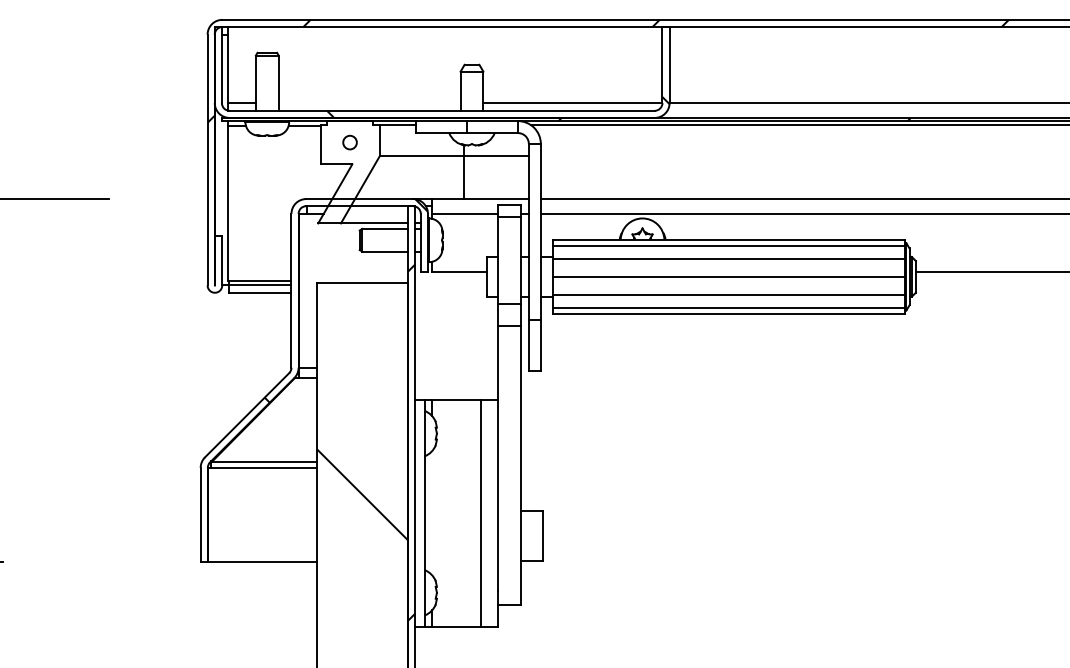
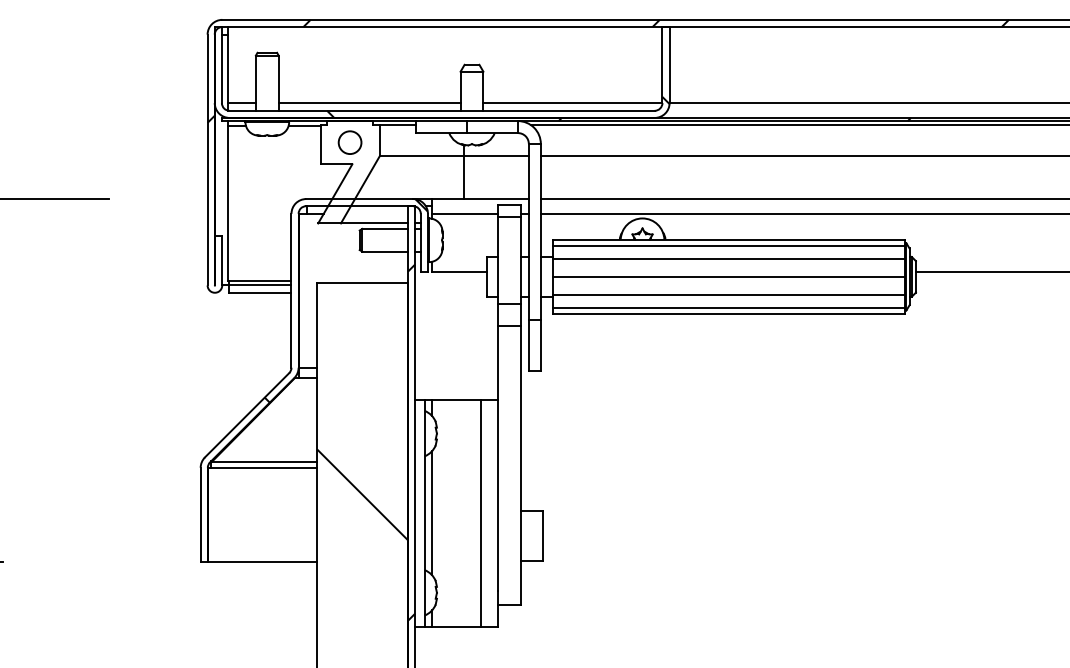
line at (369, 103): none -> present
circle at (349, 142) size: 16x17 px -> 26x25 px
line at (803, 156): none -> present
line at (432, 513): none -> present
